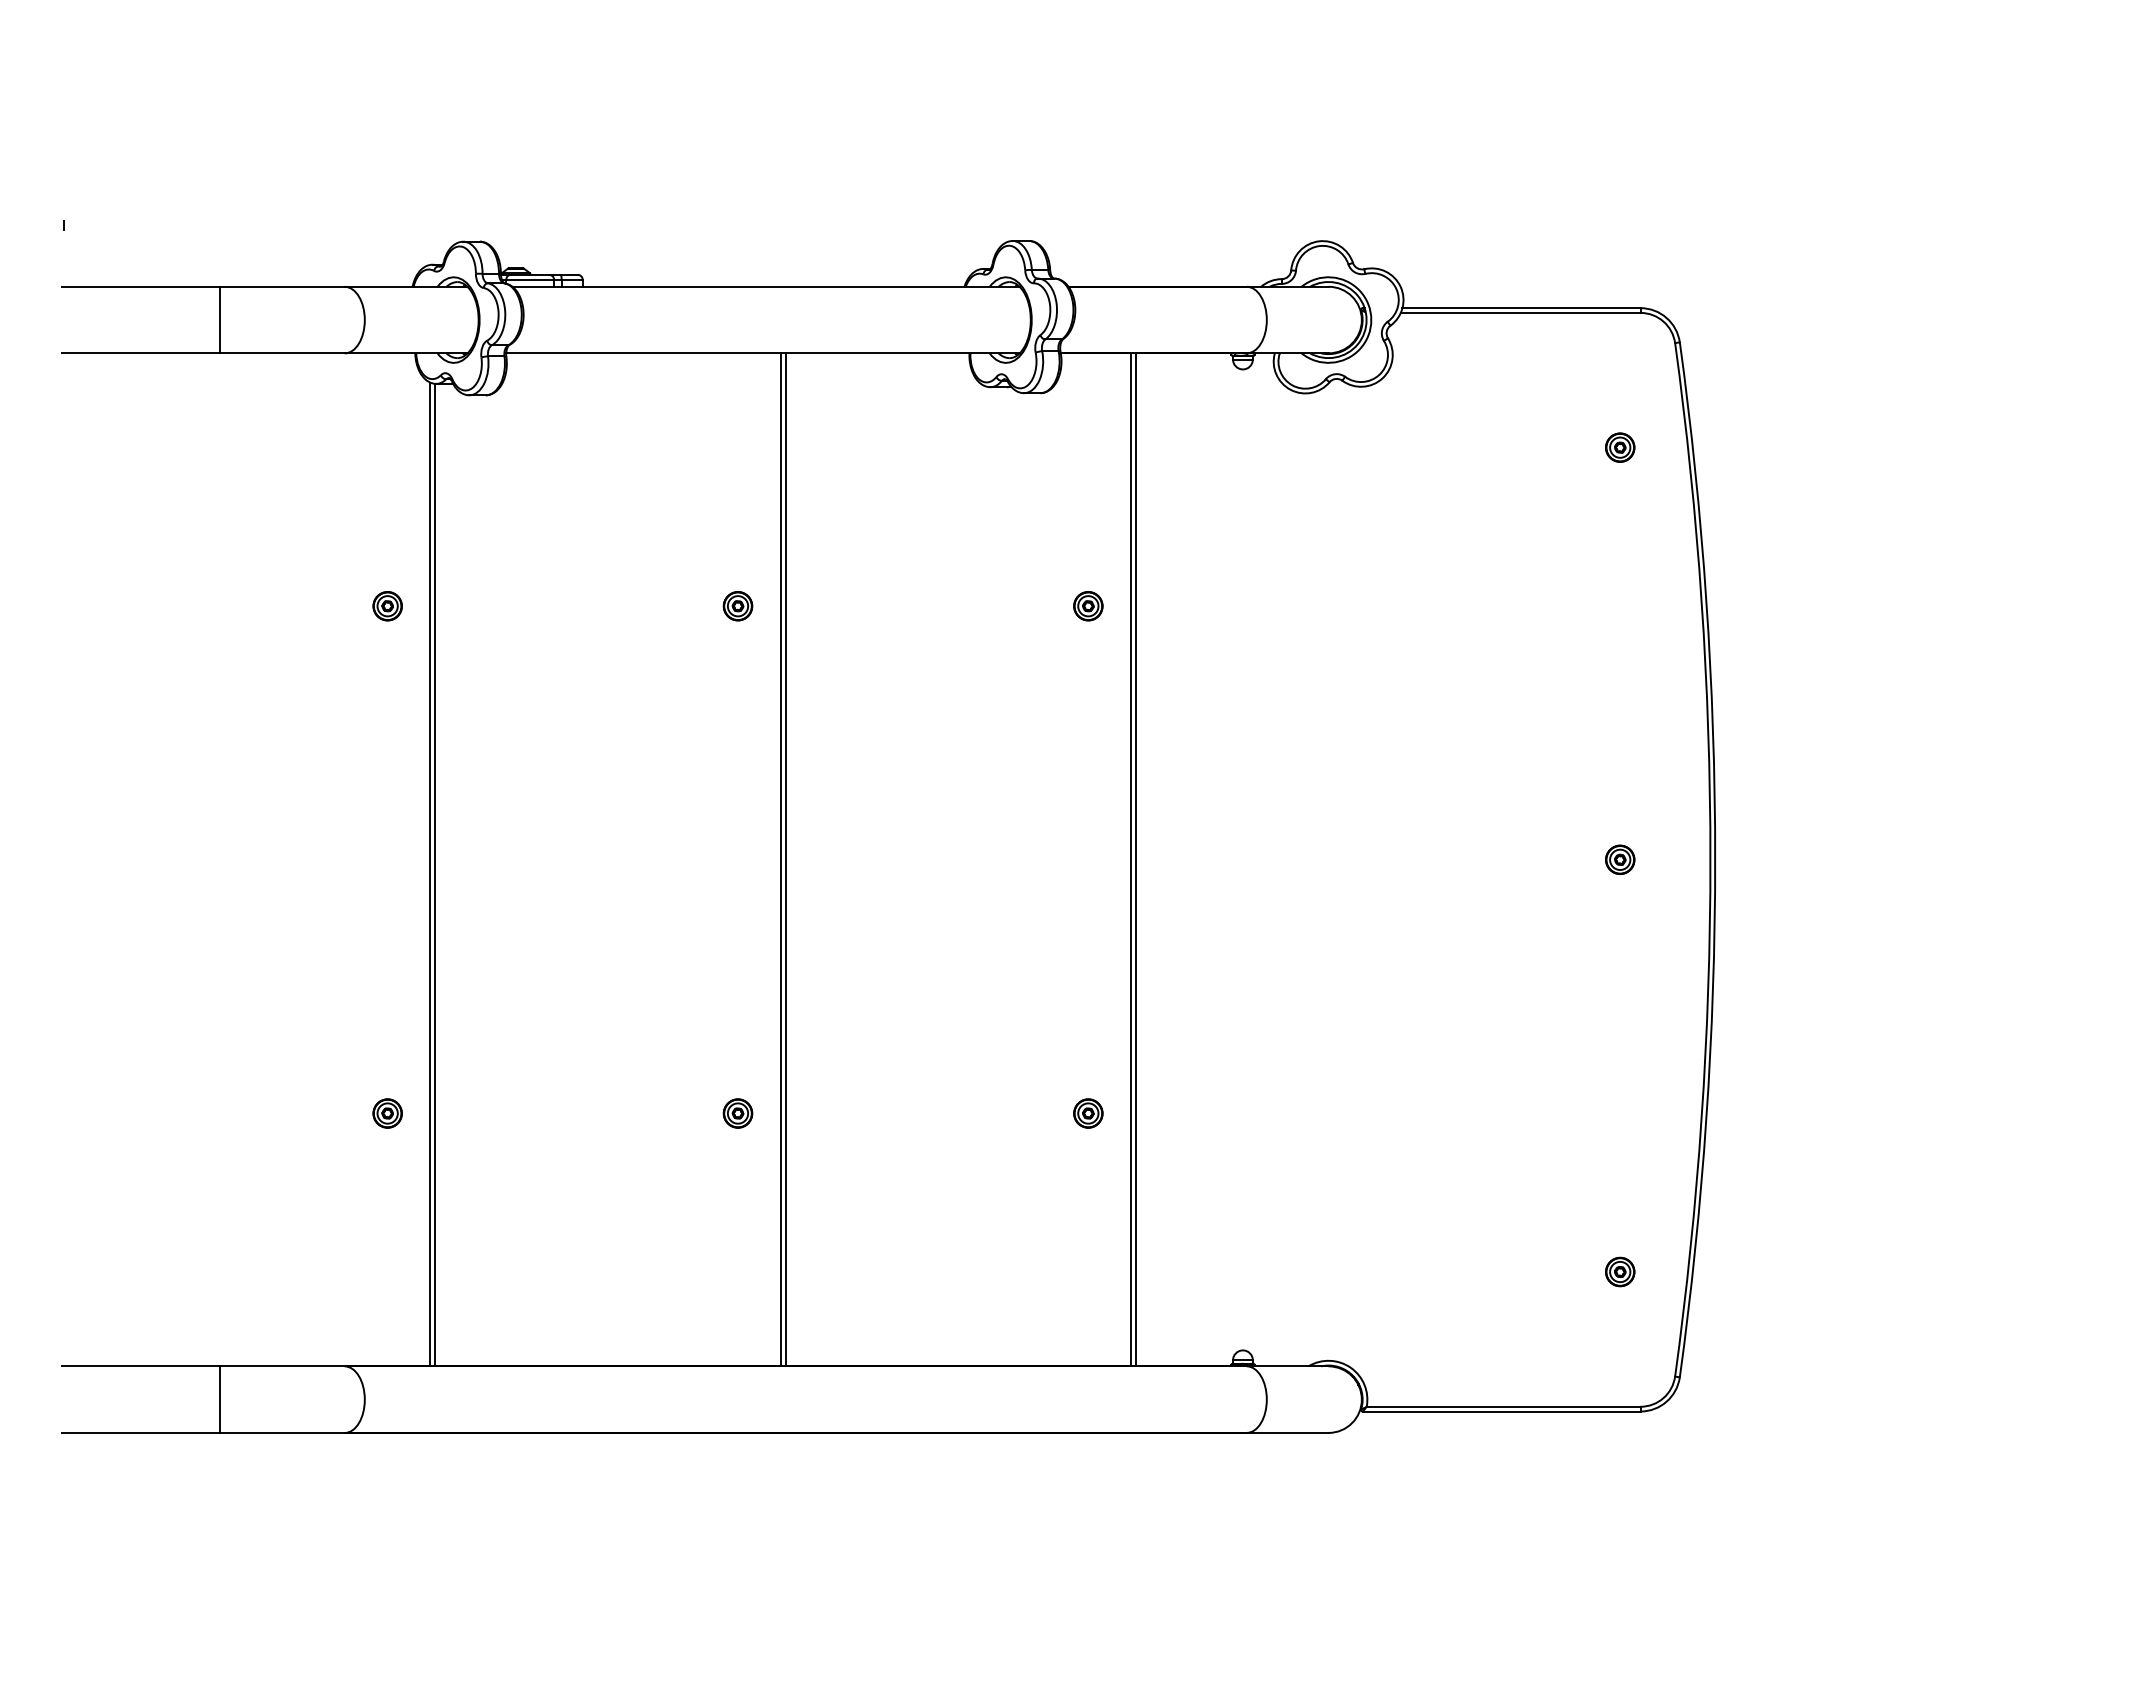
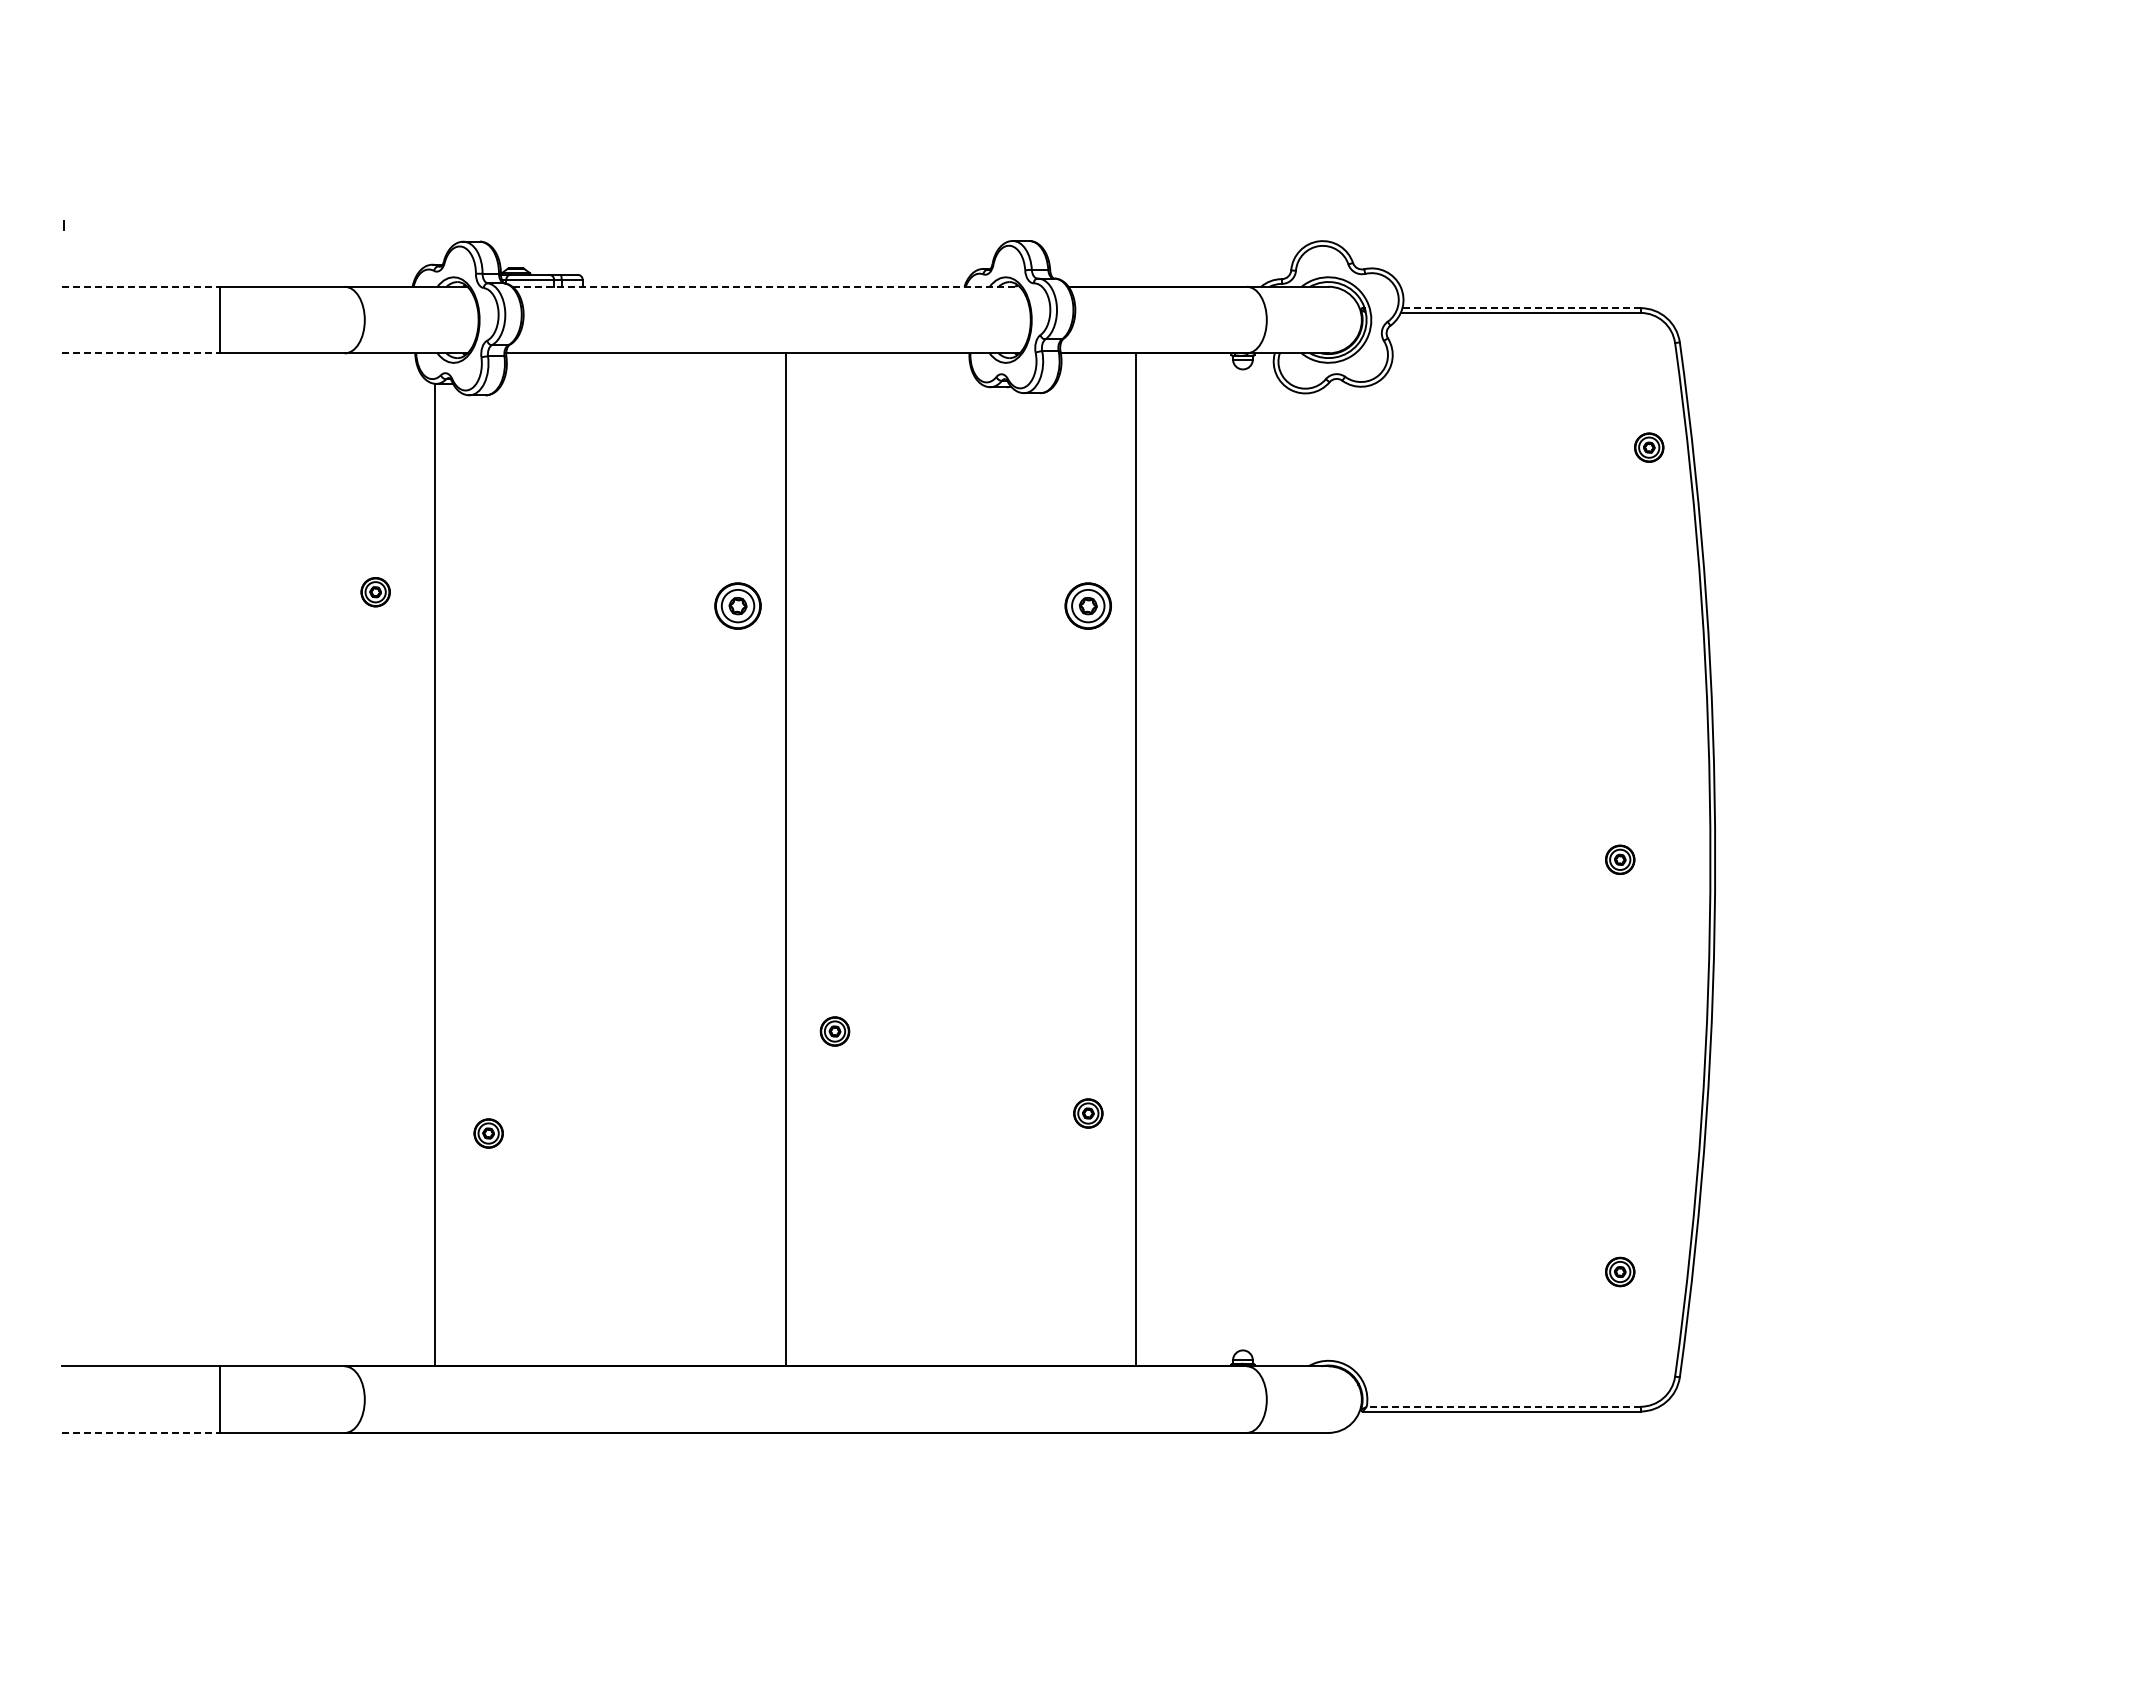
line at (141, 286): solid -> dashed
line at (766, 286): solid -> dashed
line at (1520, 308): solid -> dashed
line at (141, 353): solid -> dashed
part at (1620, 447) position: (1620, 447) -> (1649, 447)
part at (387, 606) position: (387, 606) -> (375, 592)
part at (737, 606) size: 32x31 px -> 48x48 px
part at (1088, 606) size: 31x31 px -> 48x48 px
line at (780, 859): present -> none
line at (1131, 859): present -> none
line at (430, 874): present -> none
part at (387, 1113) position: (387, 1113) -> (488, 1133)
part at (737, 1113) position: (737, 1113) -> (834, 1031)
line at (1503, 1406): solid -> dashed
line at (141, 1432): solid -> dashed
